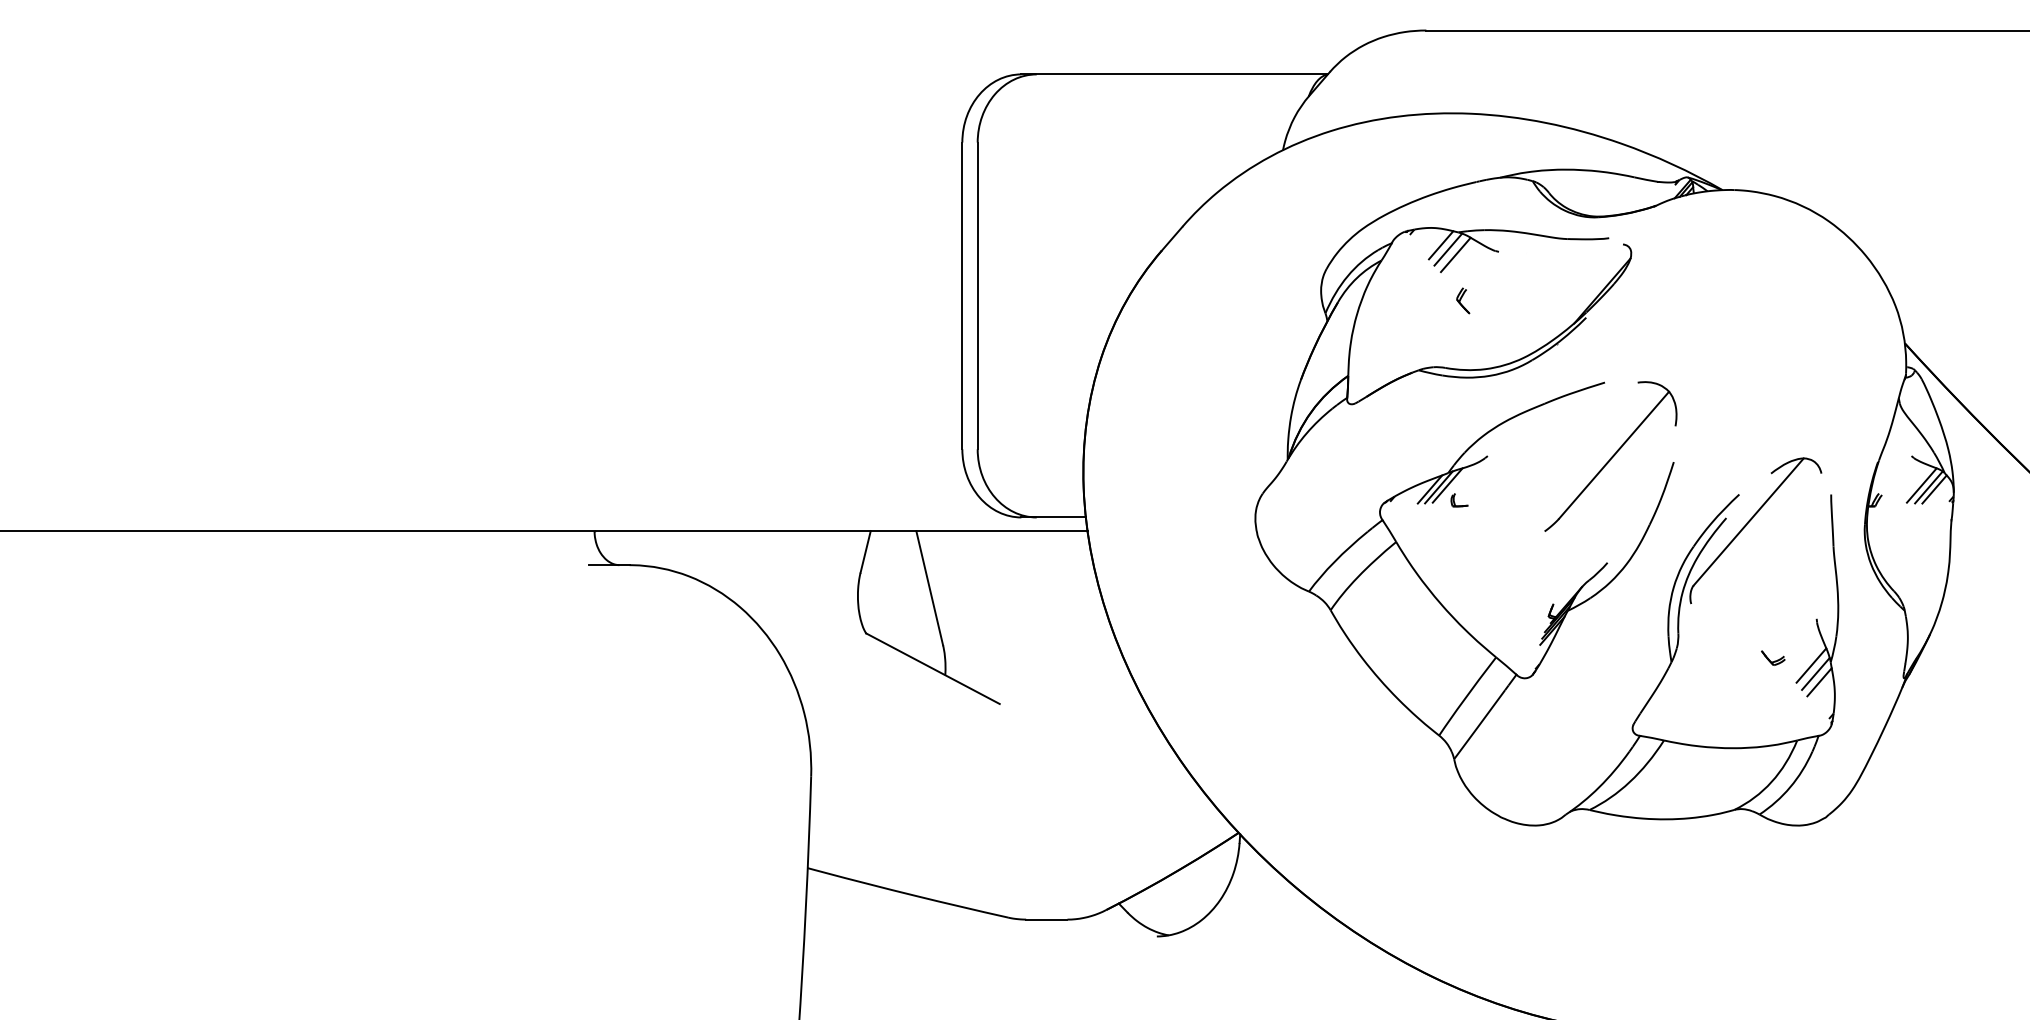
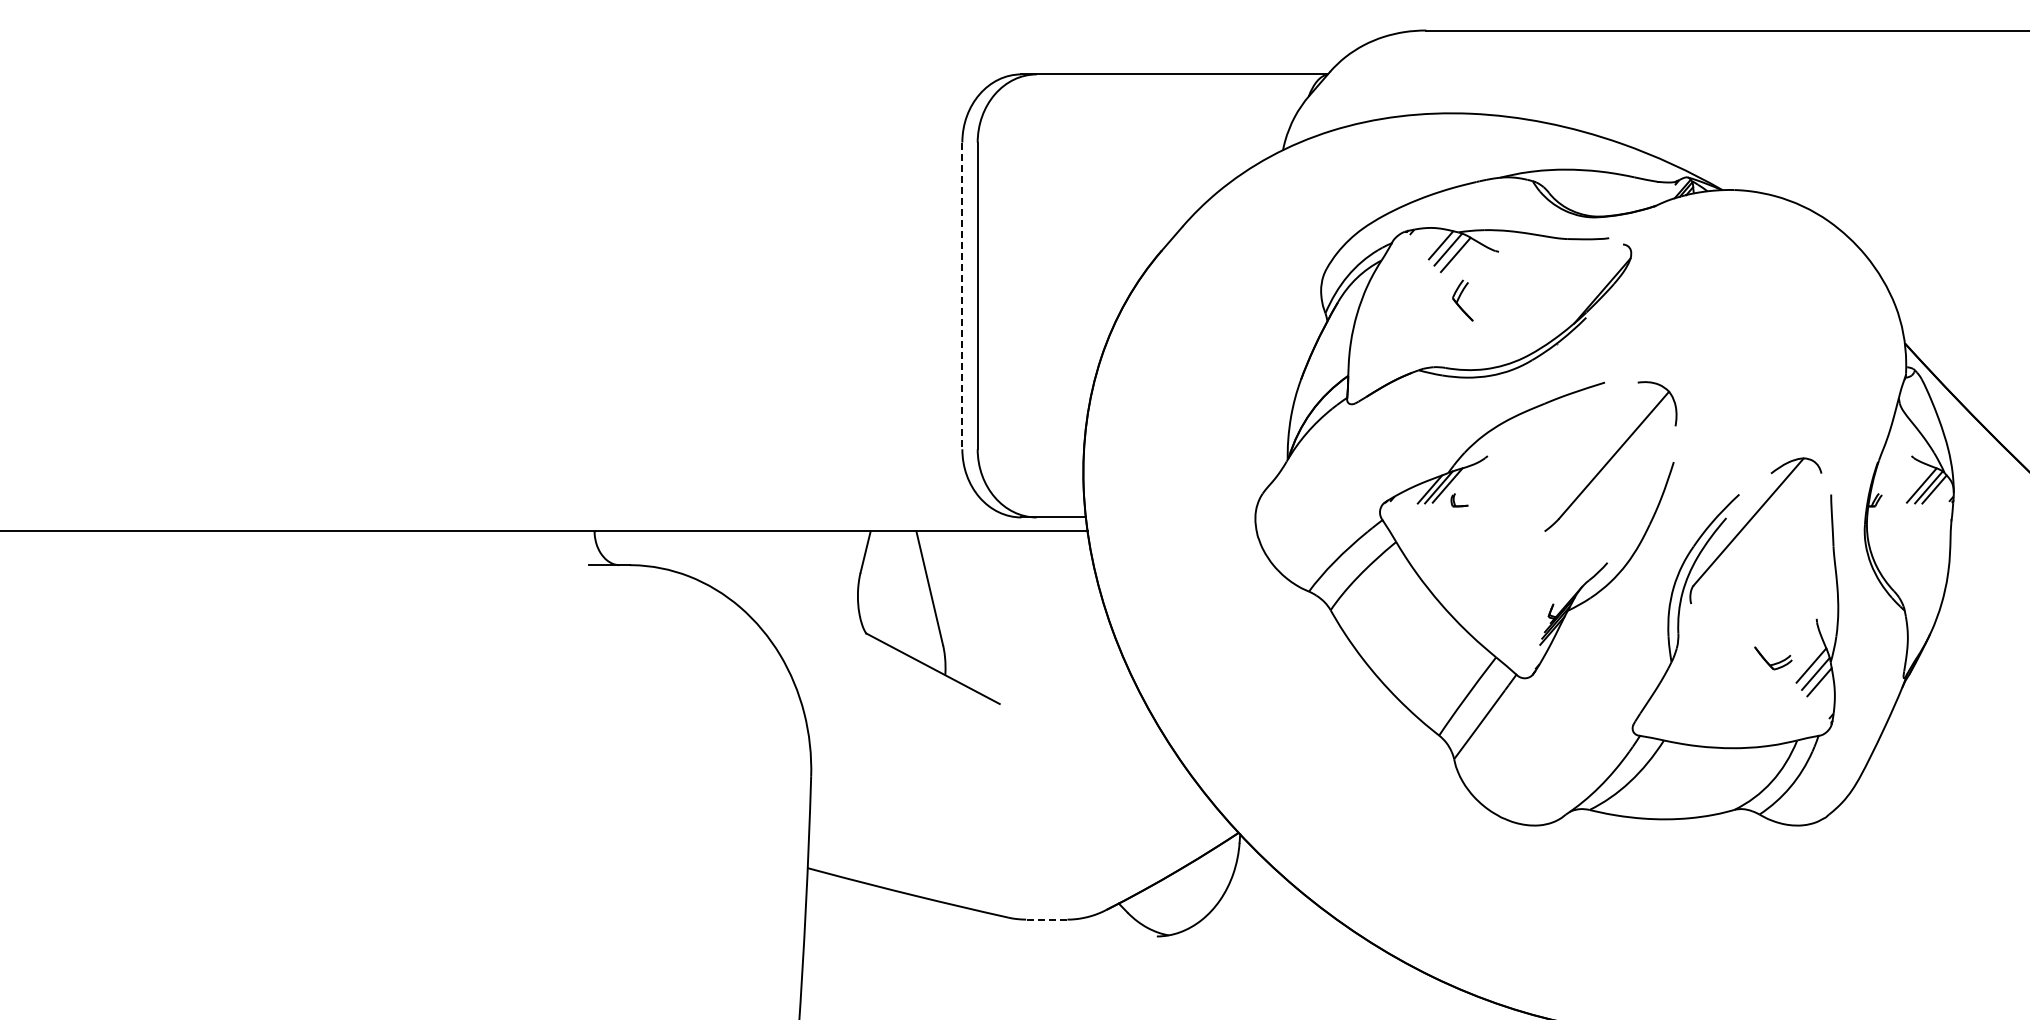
line at (962, 296): solid -> dashed
part at (1463, 300) size: 15x28 px -> 22x43 px
part at (1773, 657) size: 25x16 px -> 39x25 px
line at (1046, 919): solid -> dashed
